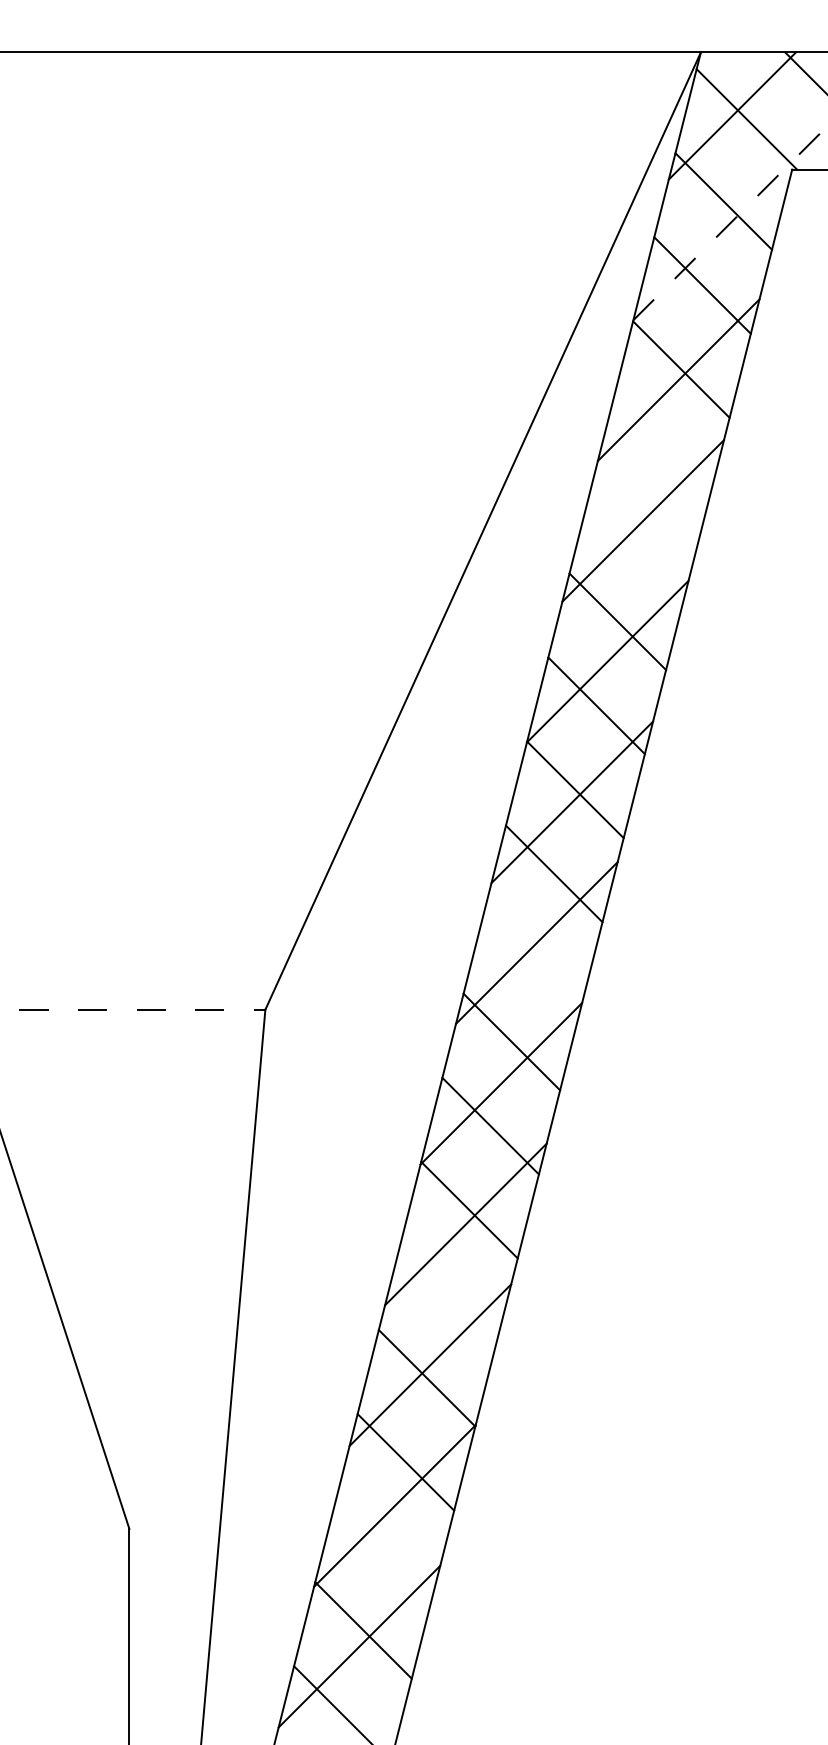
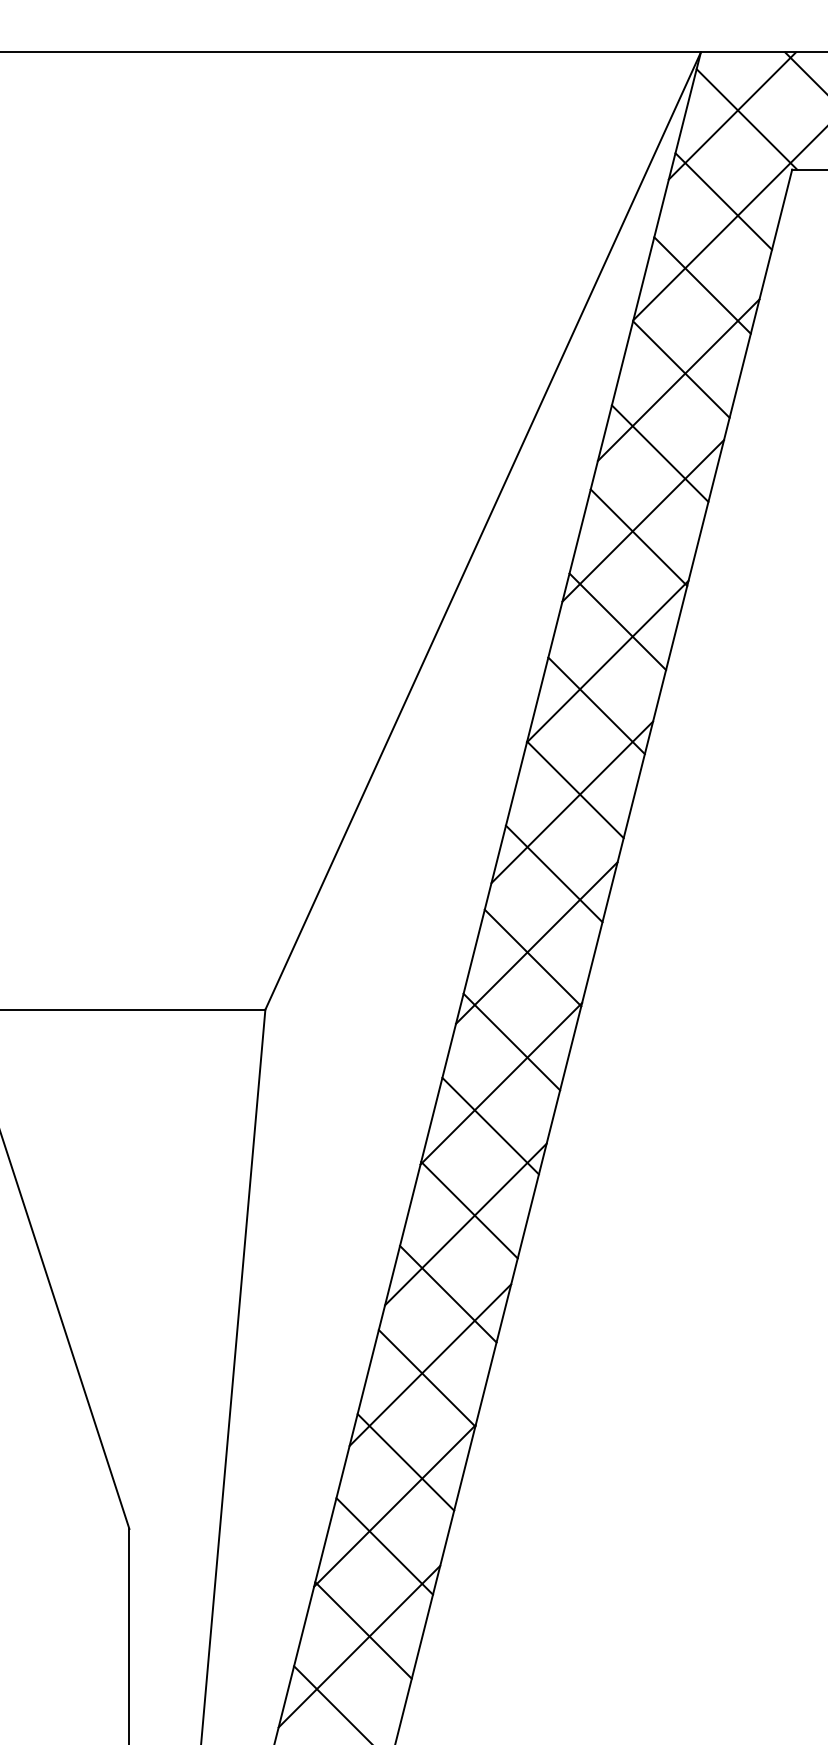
line at (730, 222): dashed -> solid
line at (659, 453): none -> present
line at (638, 537): none -> present
line at (532, 957): none -> present
line at (133, 1009): dashed -> solid
line at (448, 1293): none -> present
line at (384, 1546): none -> present
